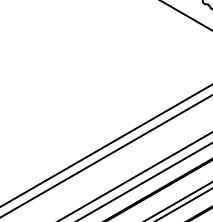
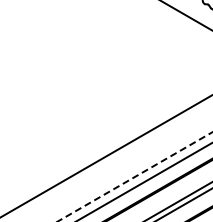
line at (105, 145): present -> none
line at (134, 177): solid -> dashed
